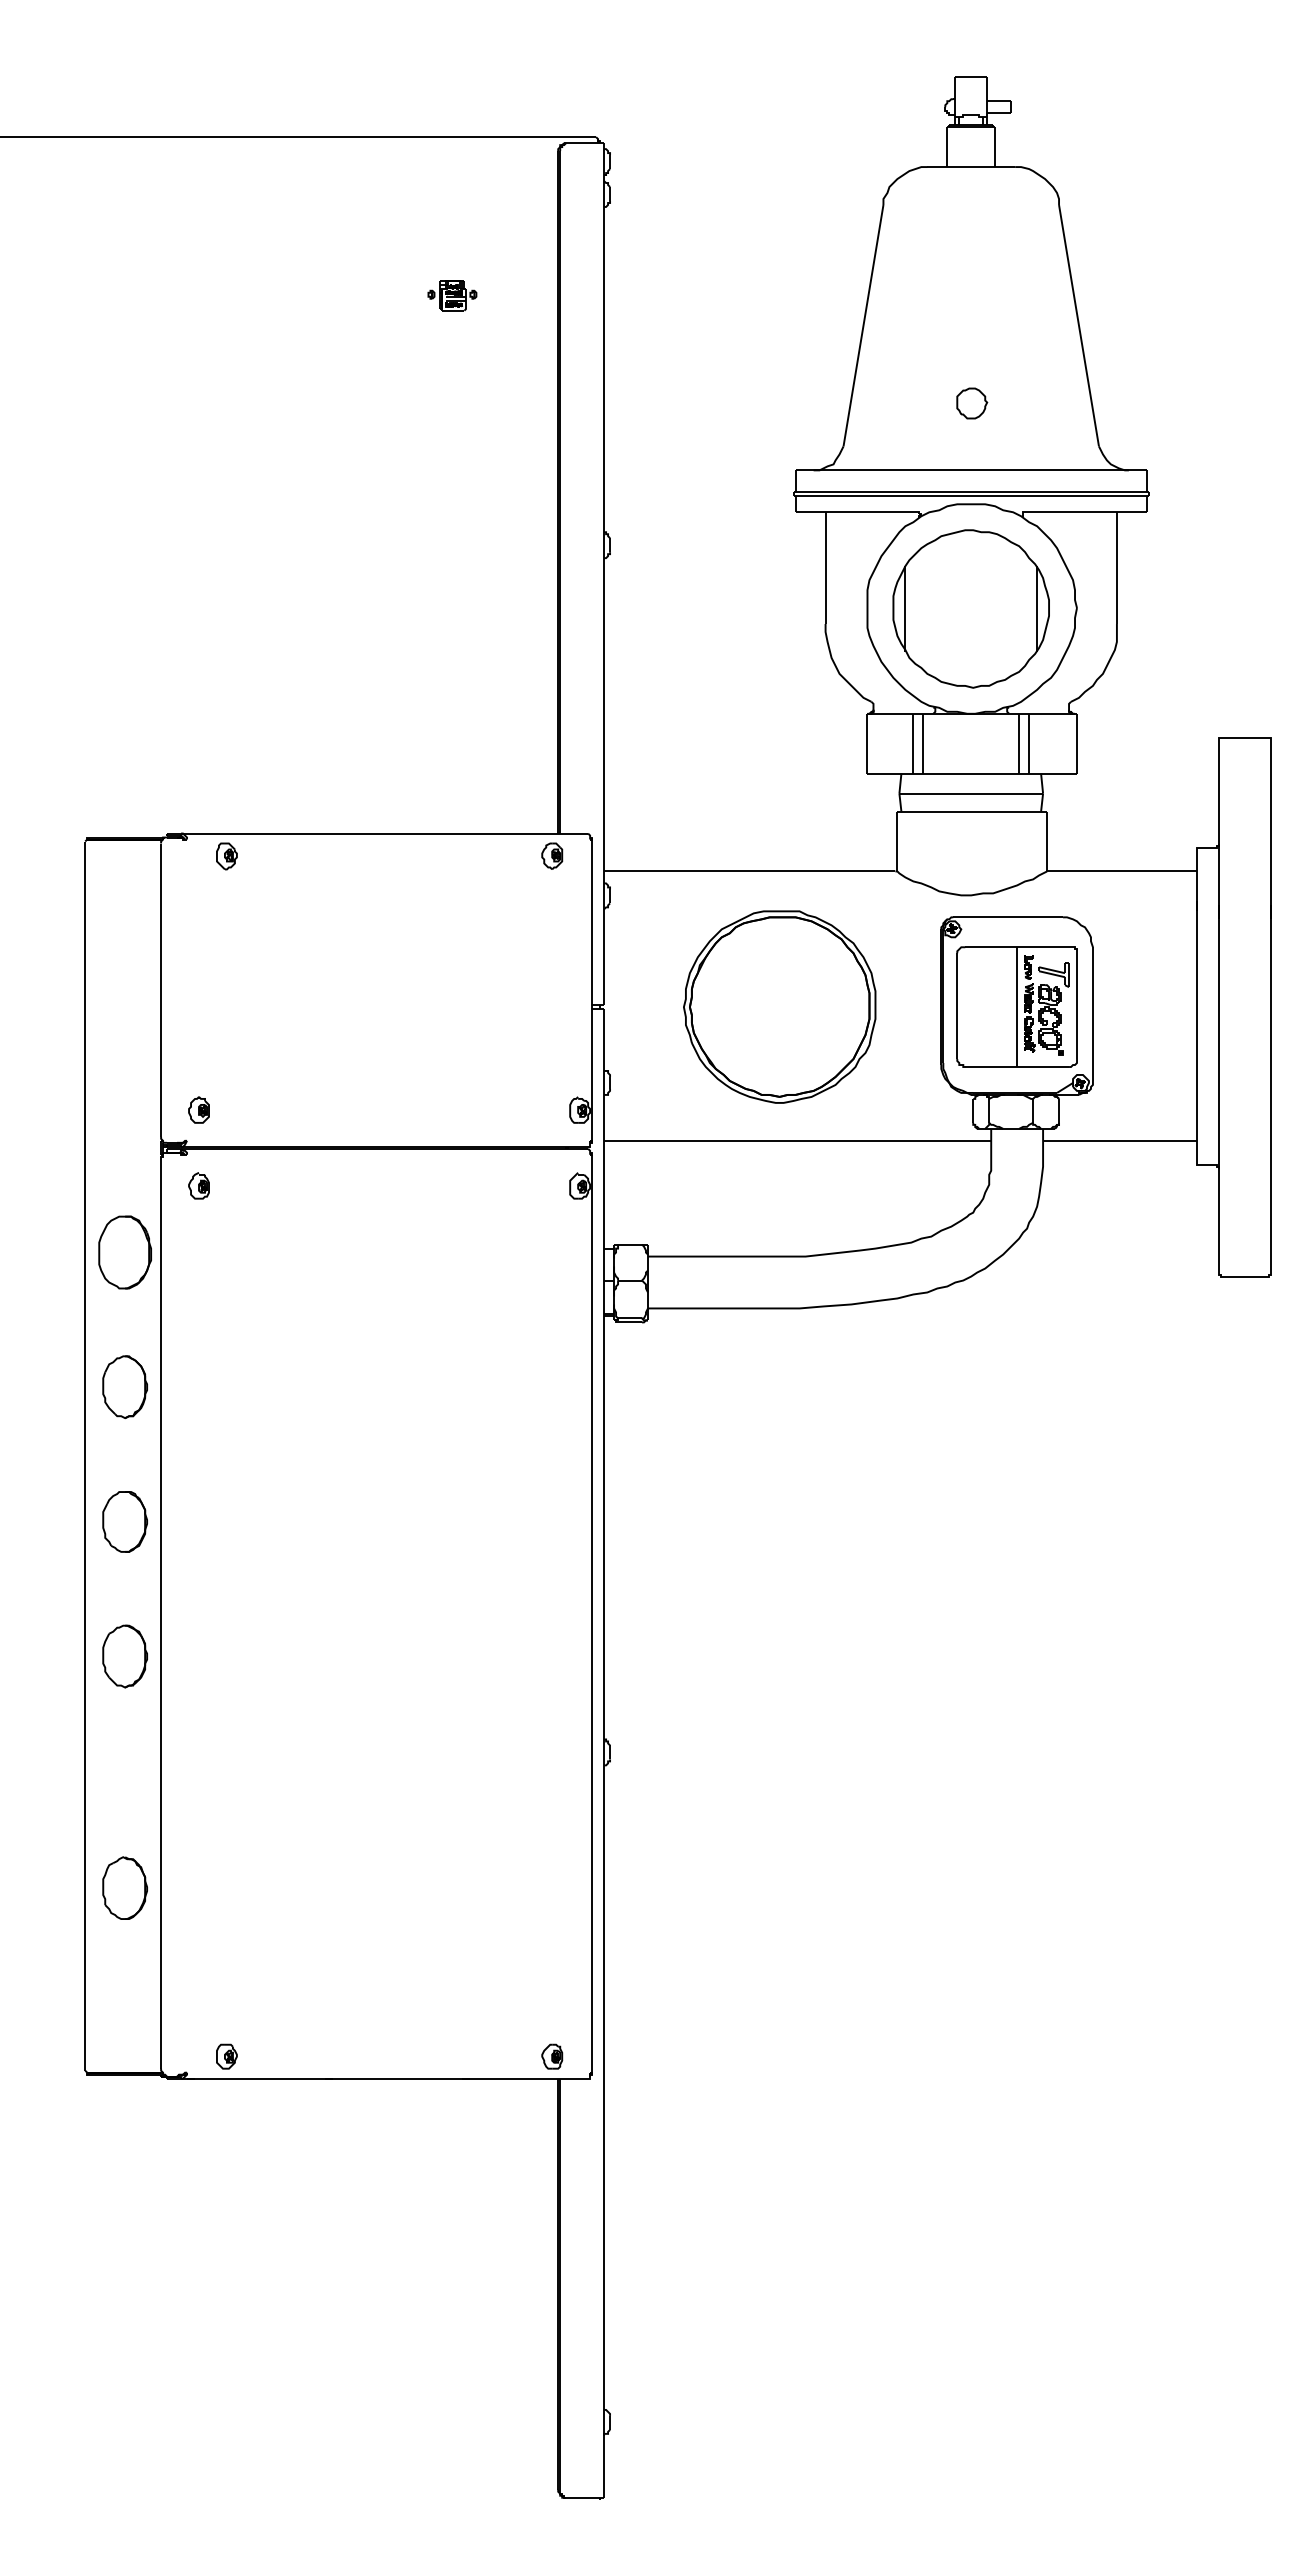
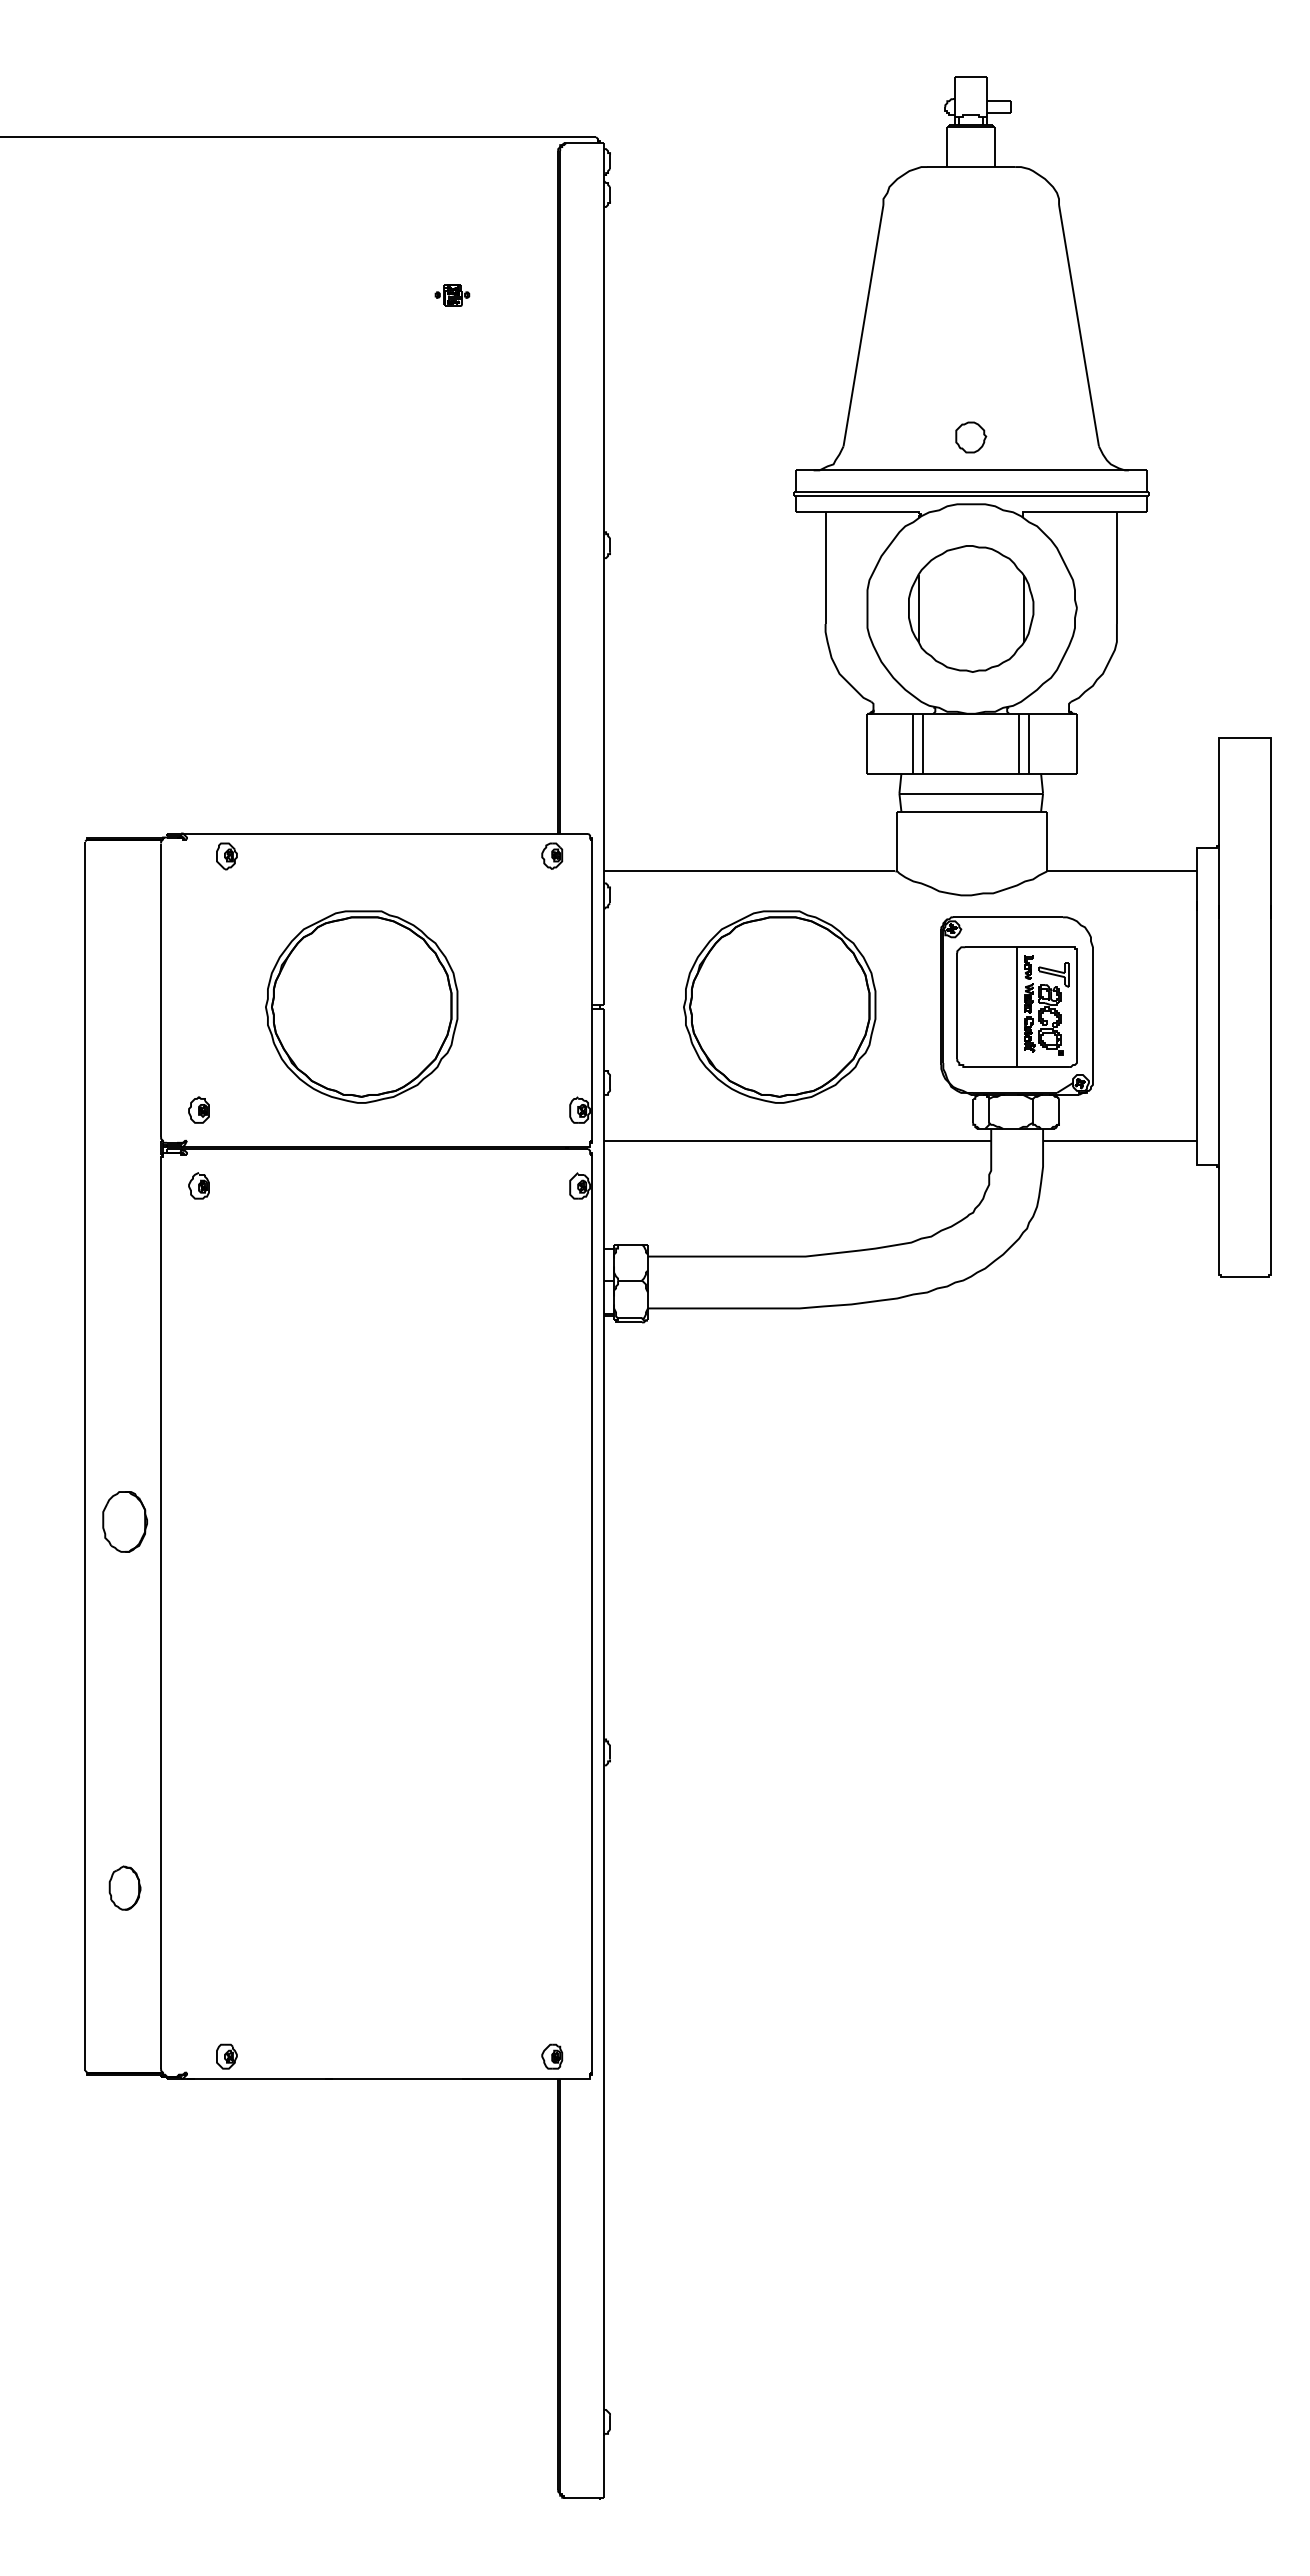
part at (452, 295) size: 51x32 px -> 37x23 px
part at (972, 403) position: (972, 403) -> (971, 437)
part at (970, 608) size: 158x160 px -> 127x128 px
part at (361, 1006): none -> present
part at (124, 1252): present -> none
part at (124, 1386): present -> none
part at (124, 1656): present -> none
part at (124, 1887) size: 46x64 px -> 34x46 px
